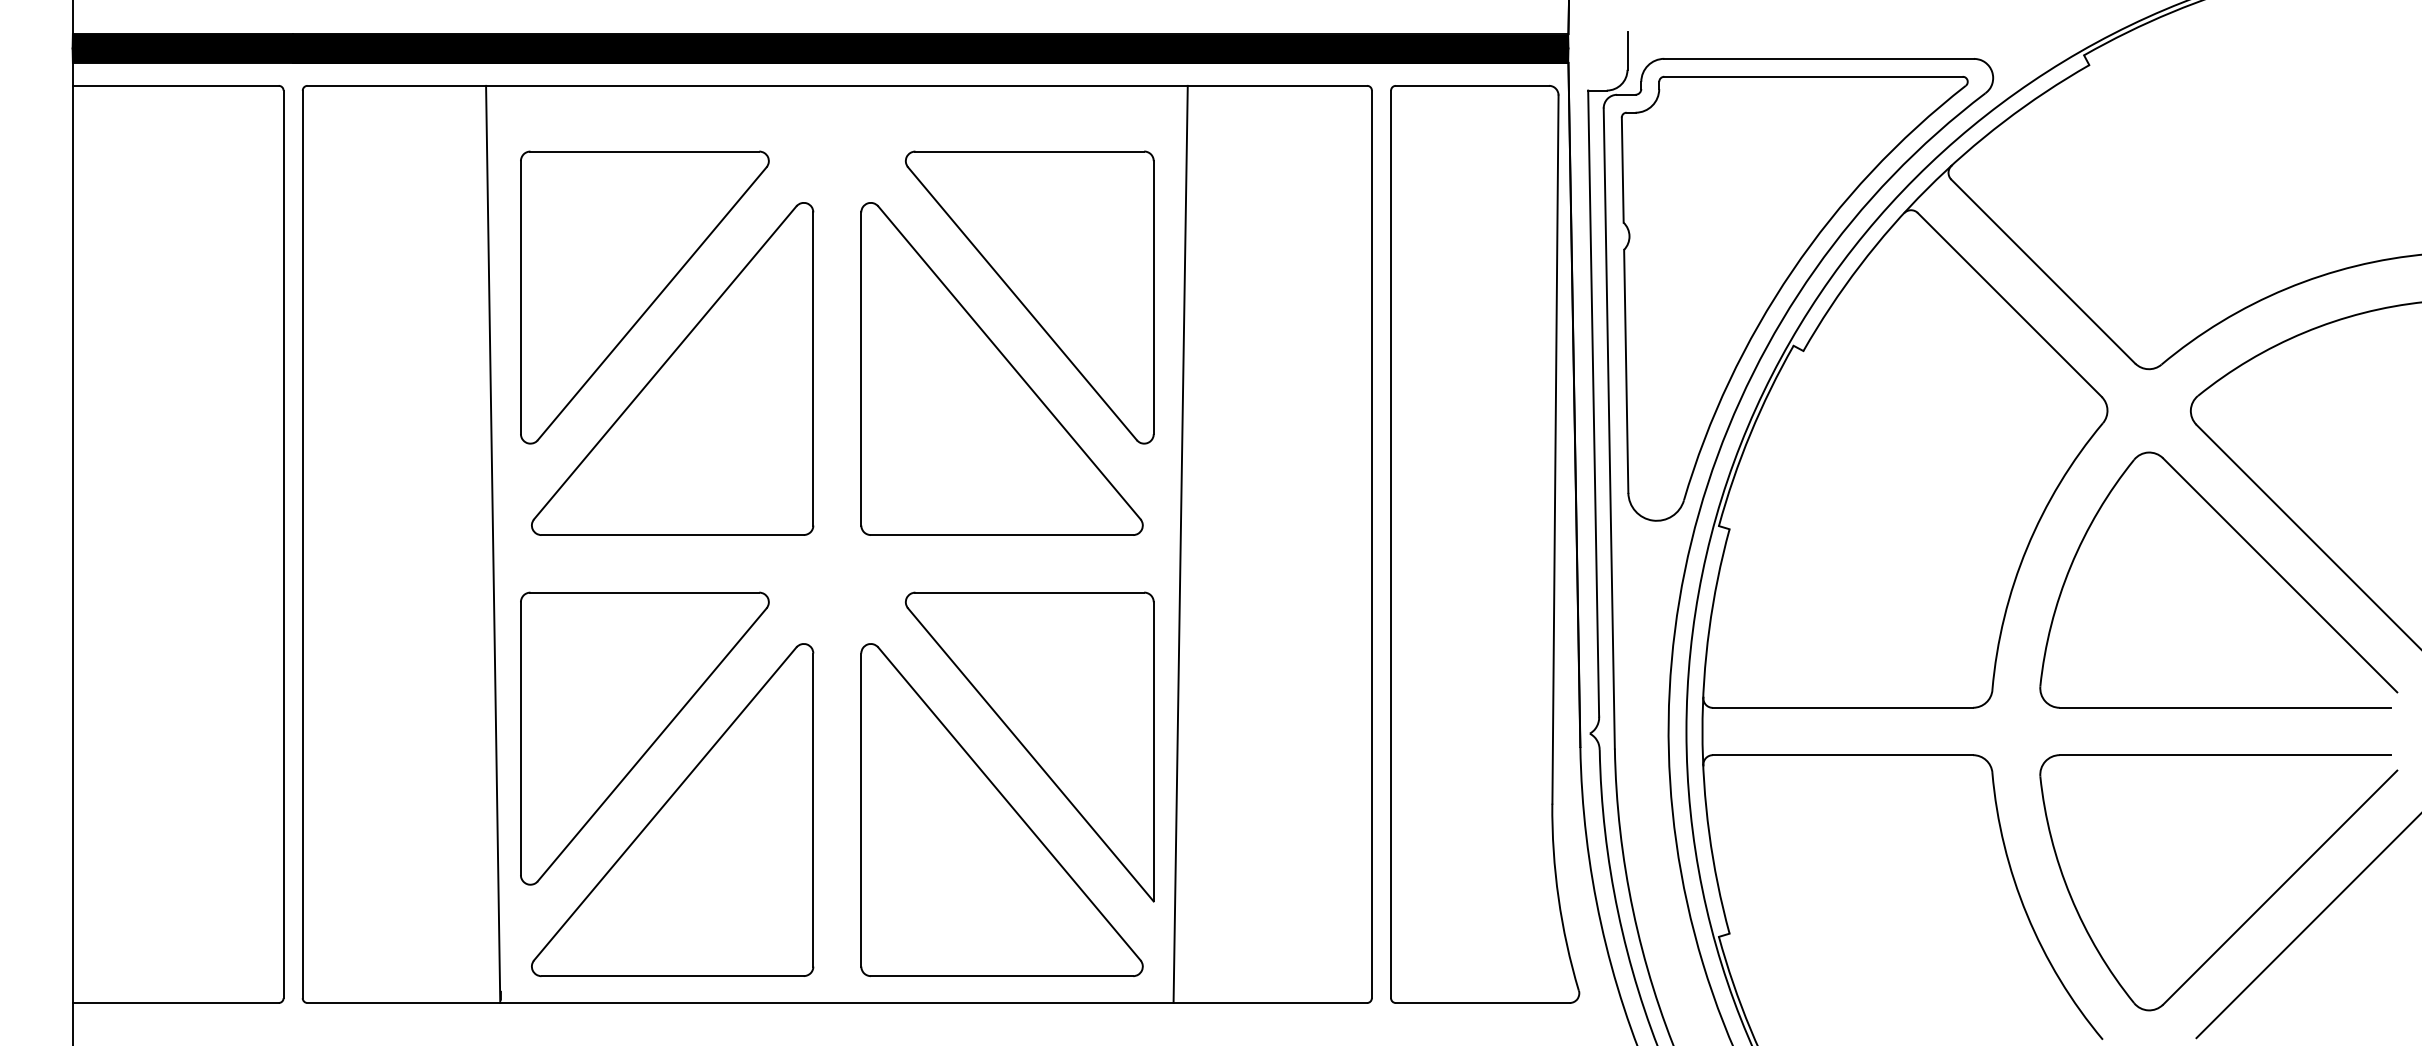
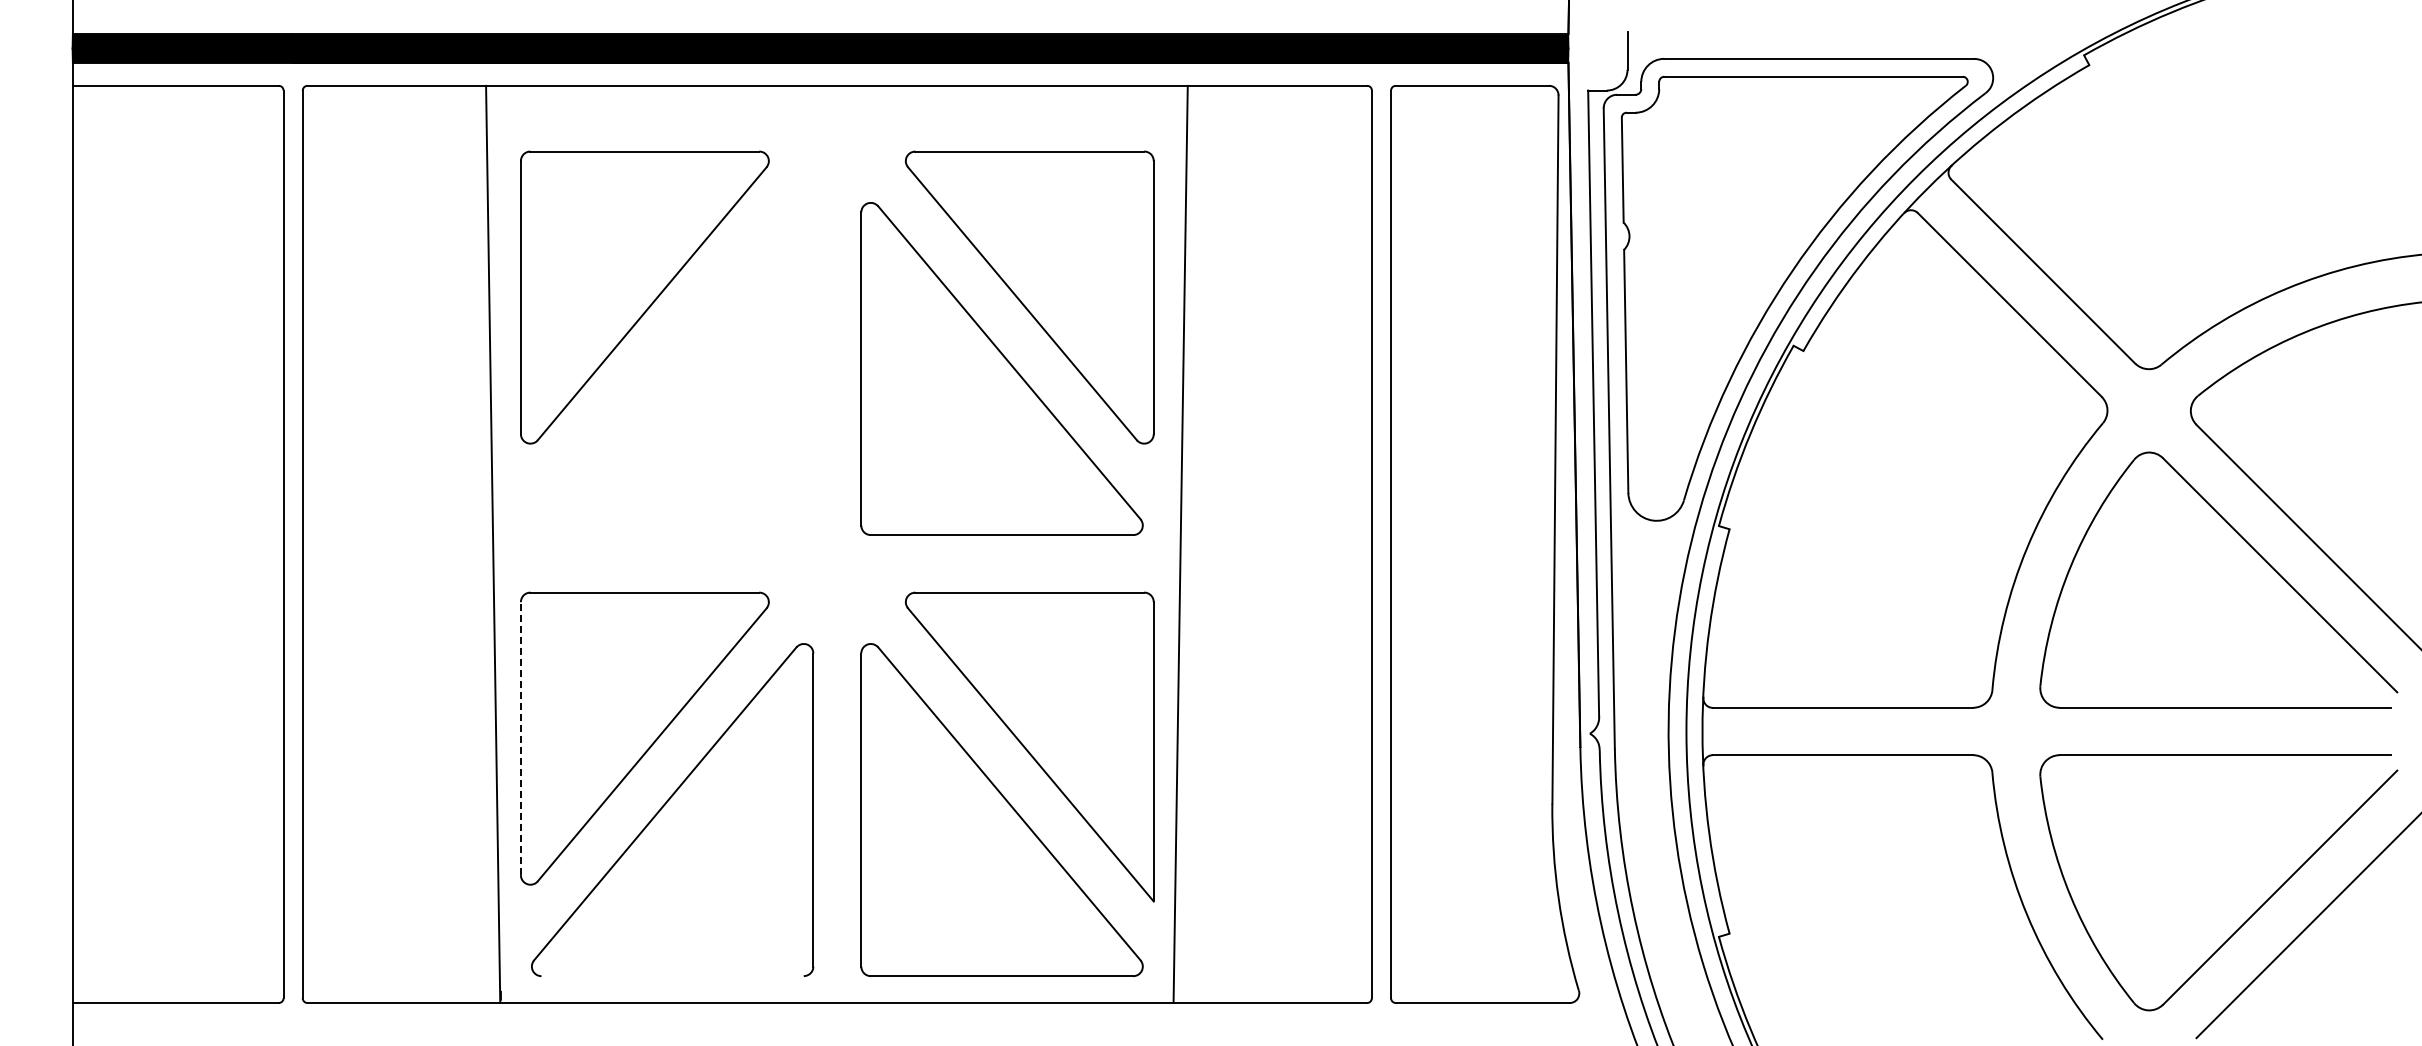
part at (672, 368): present -> none
line at (520, 738): solid -> dashed
line at (672, 976): present -> none
